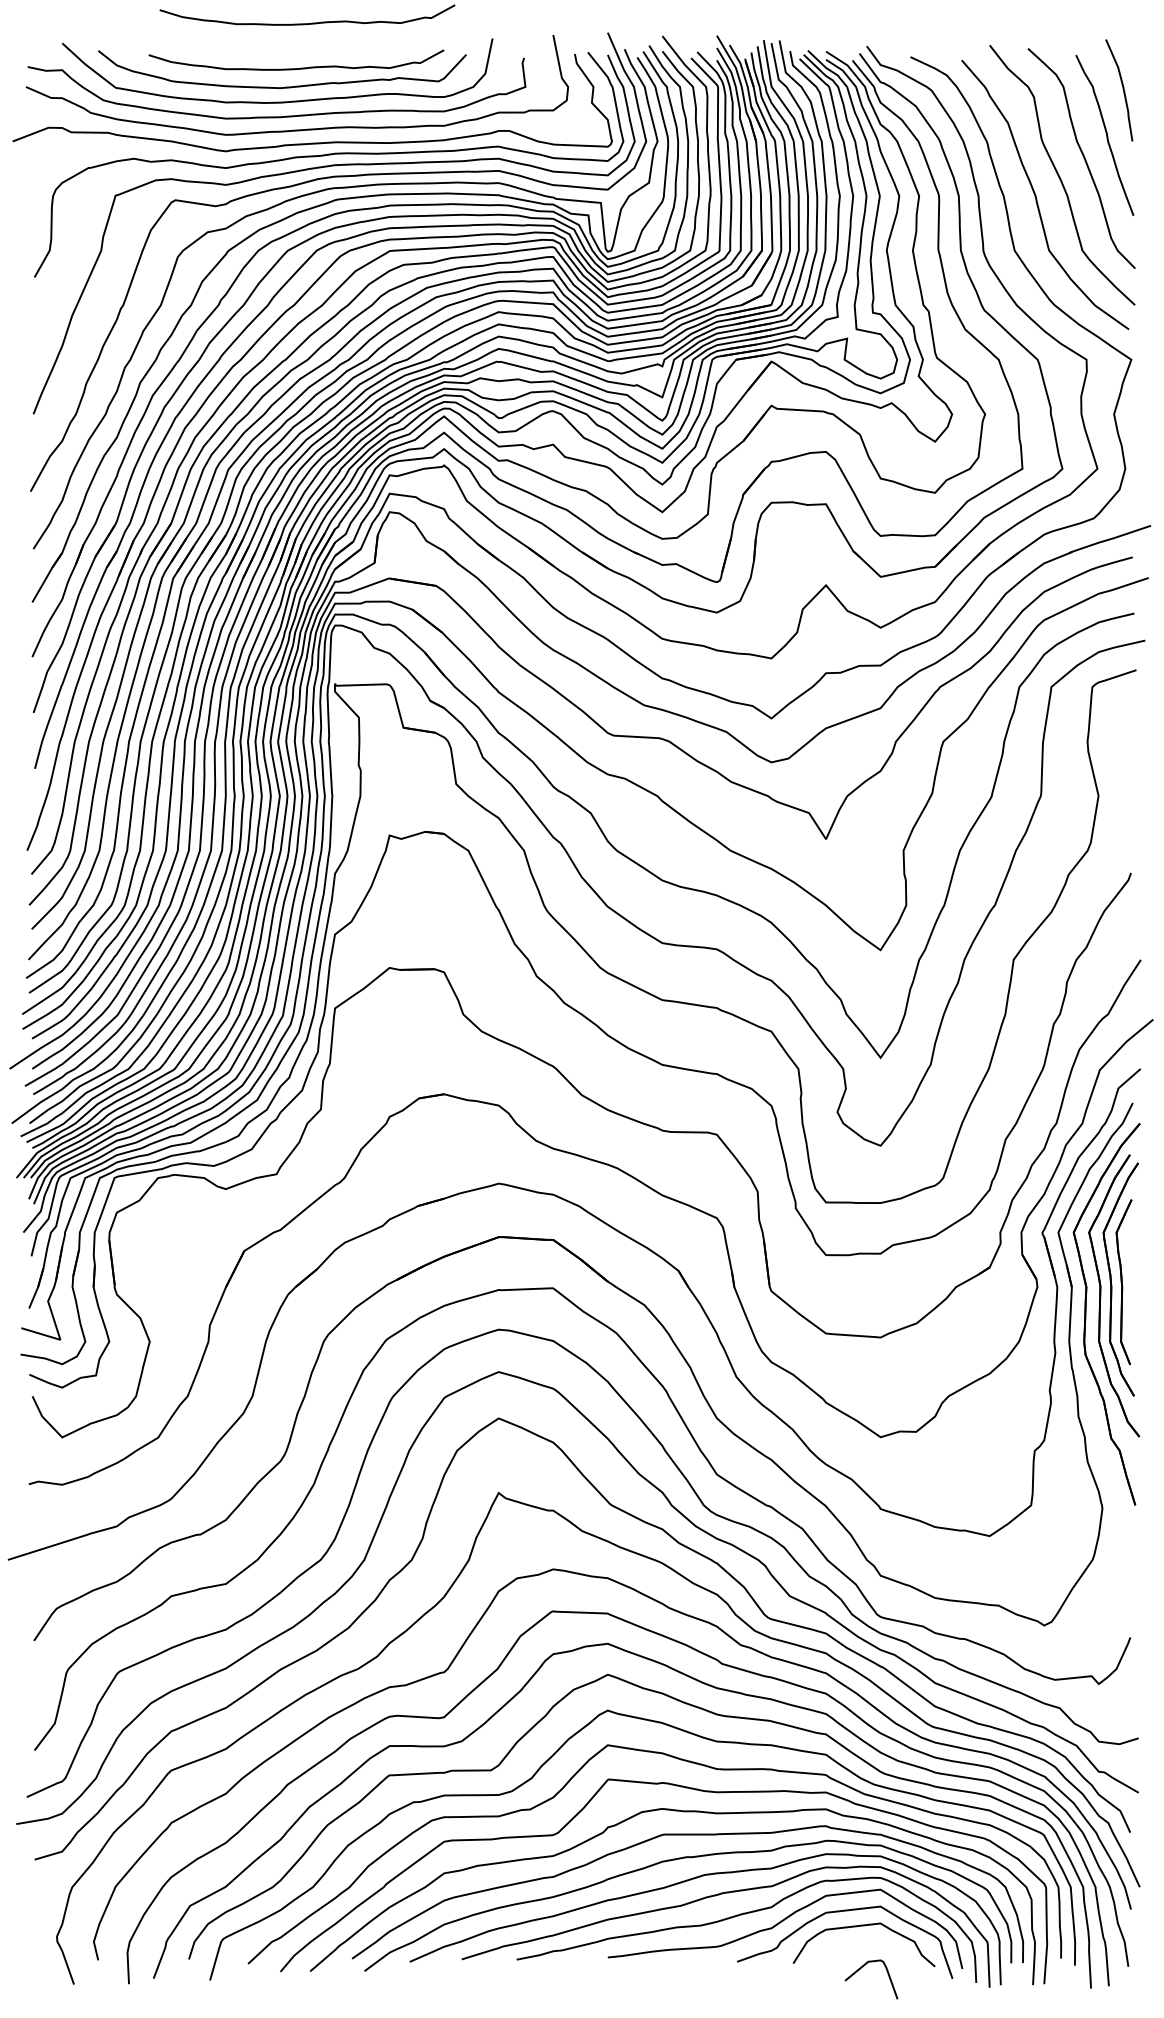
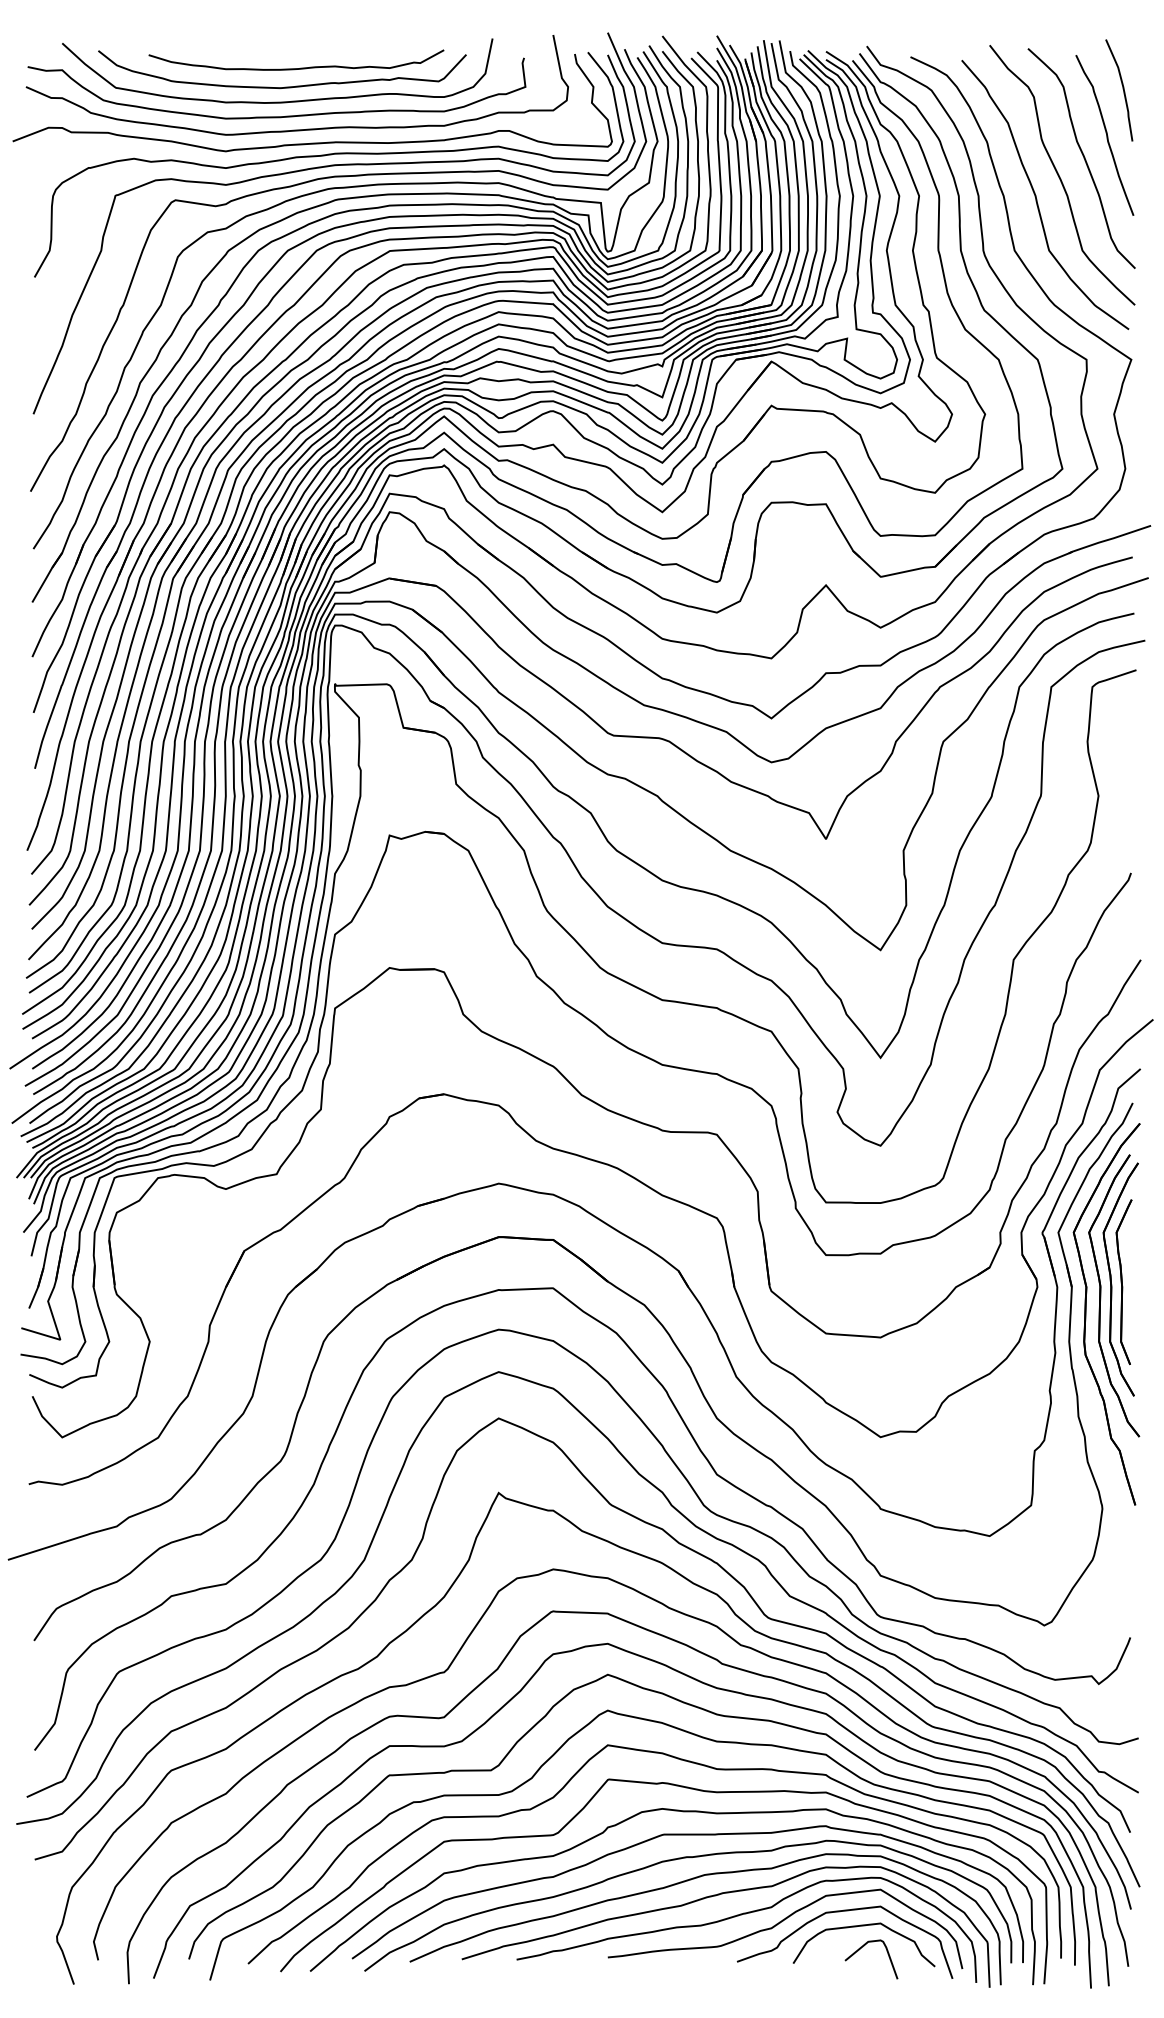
curve at (311, 22): present -> none
curve at (864, 1966) position: (864, 1966) -> (864, 1946)
